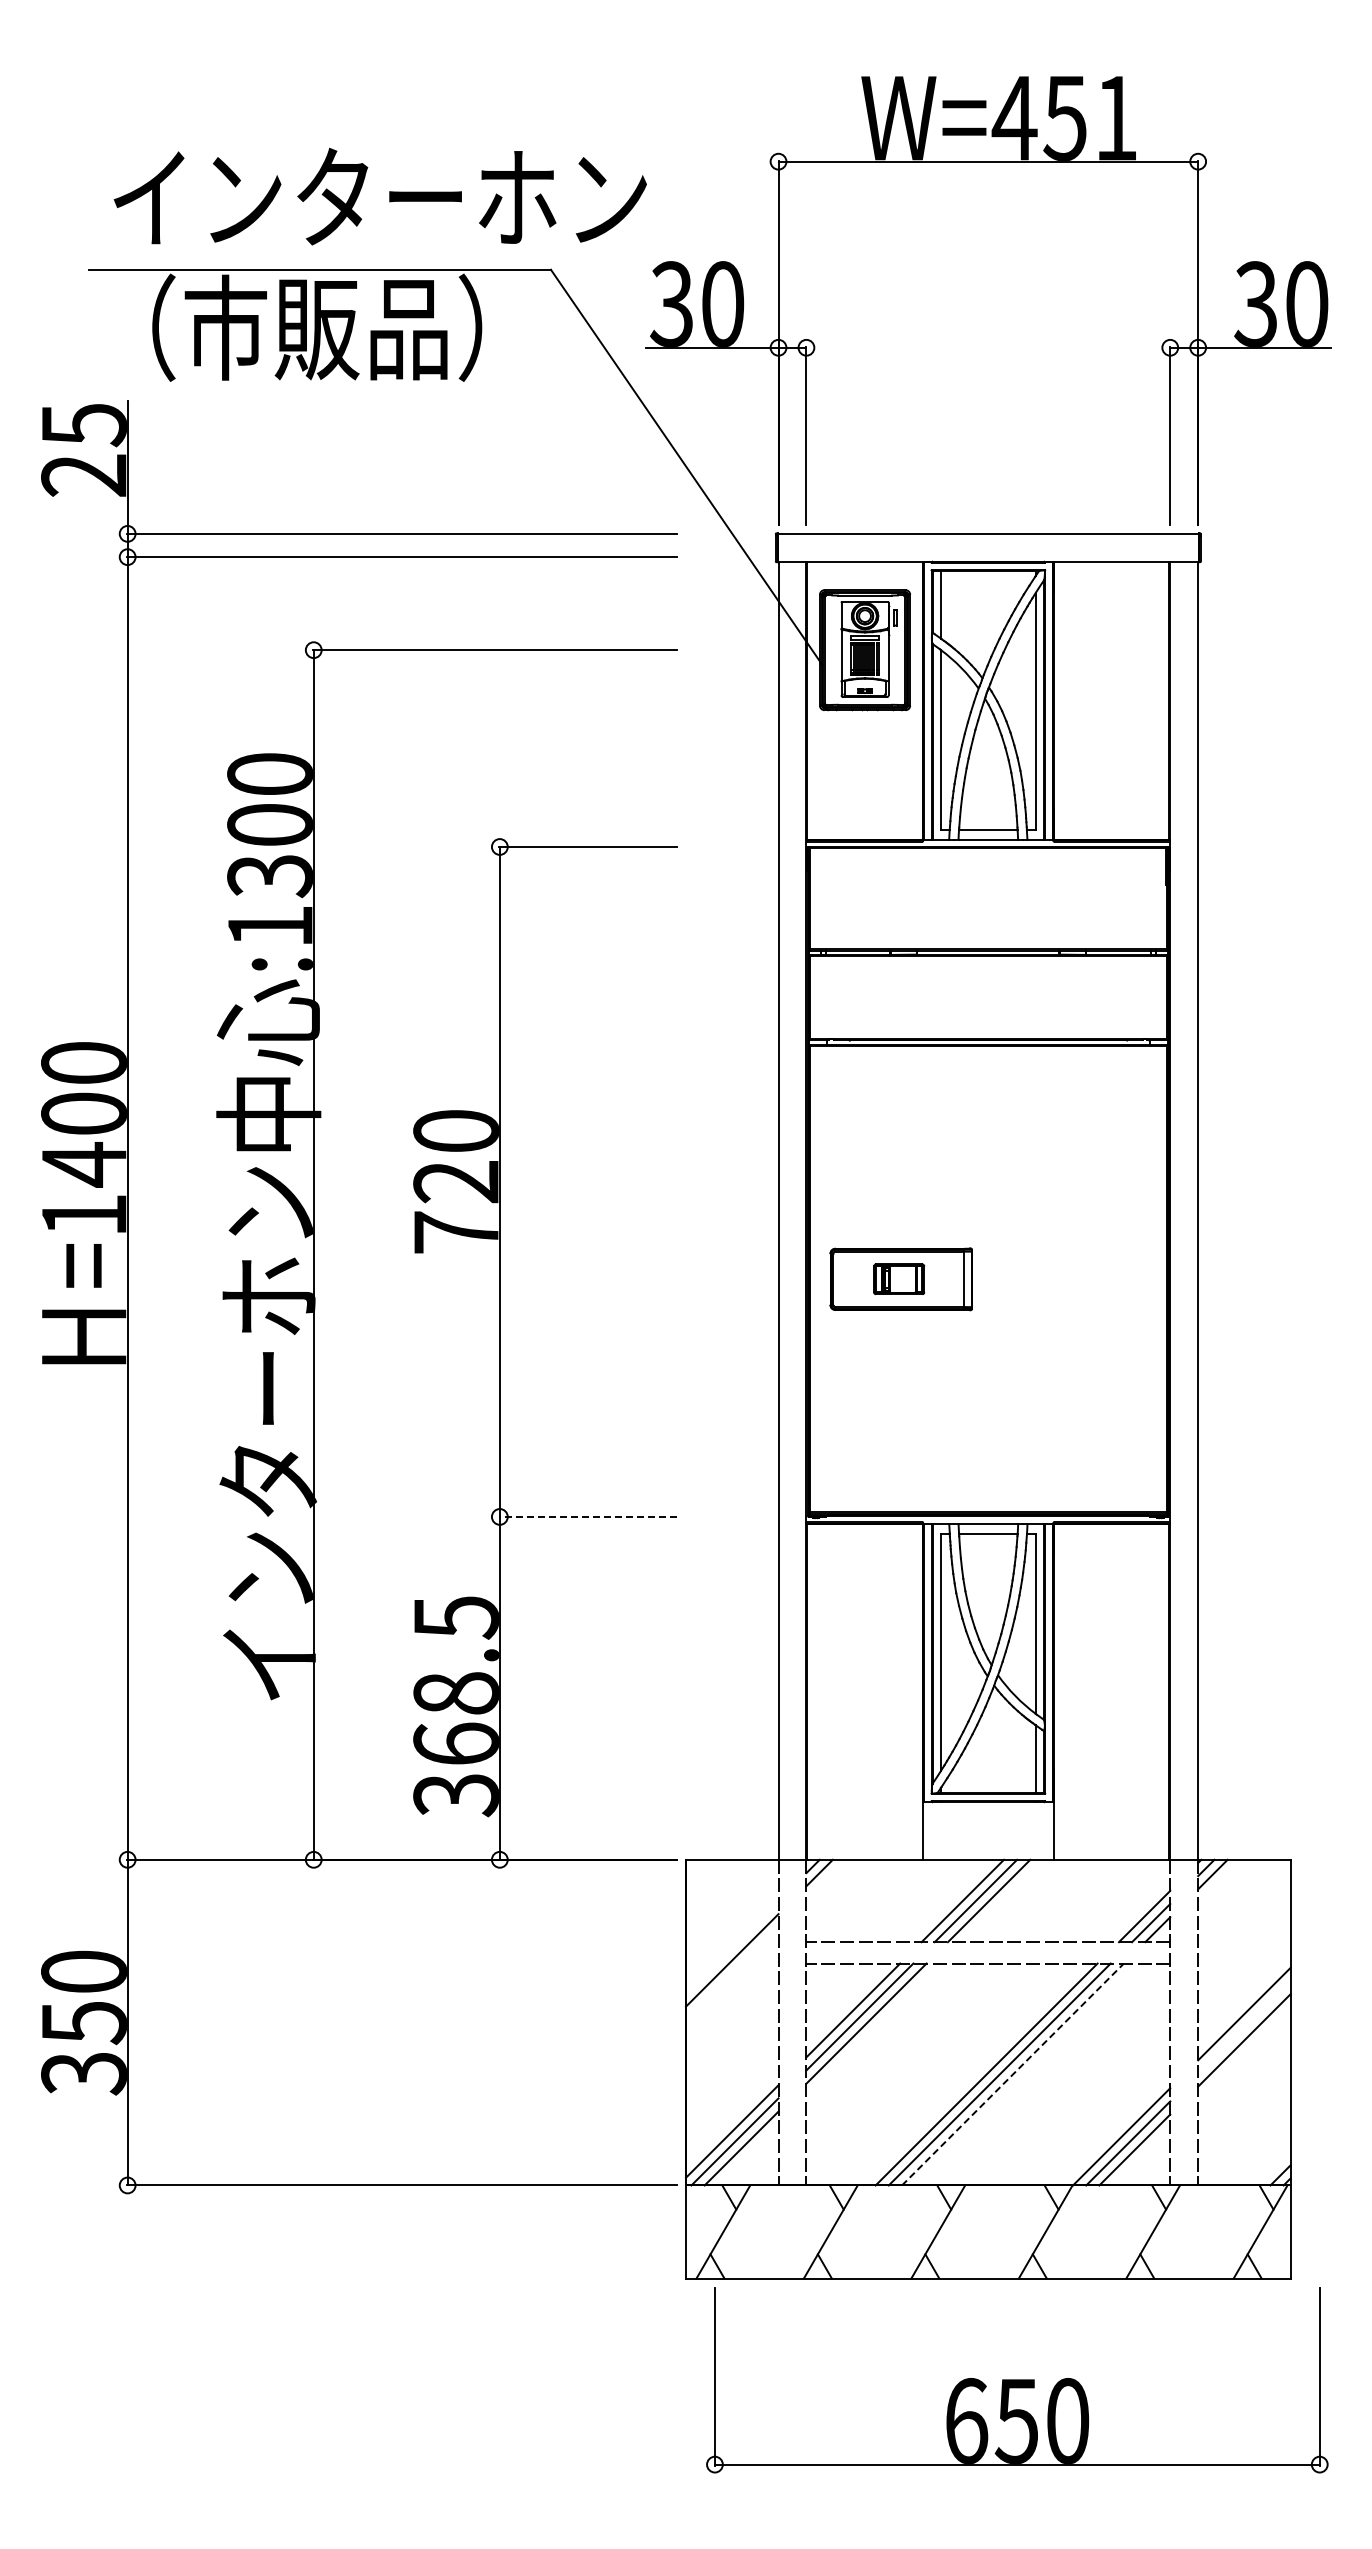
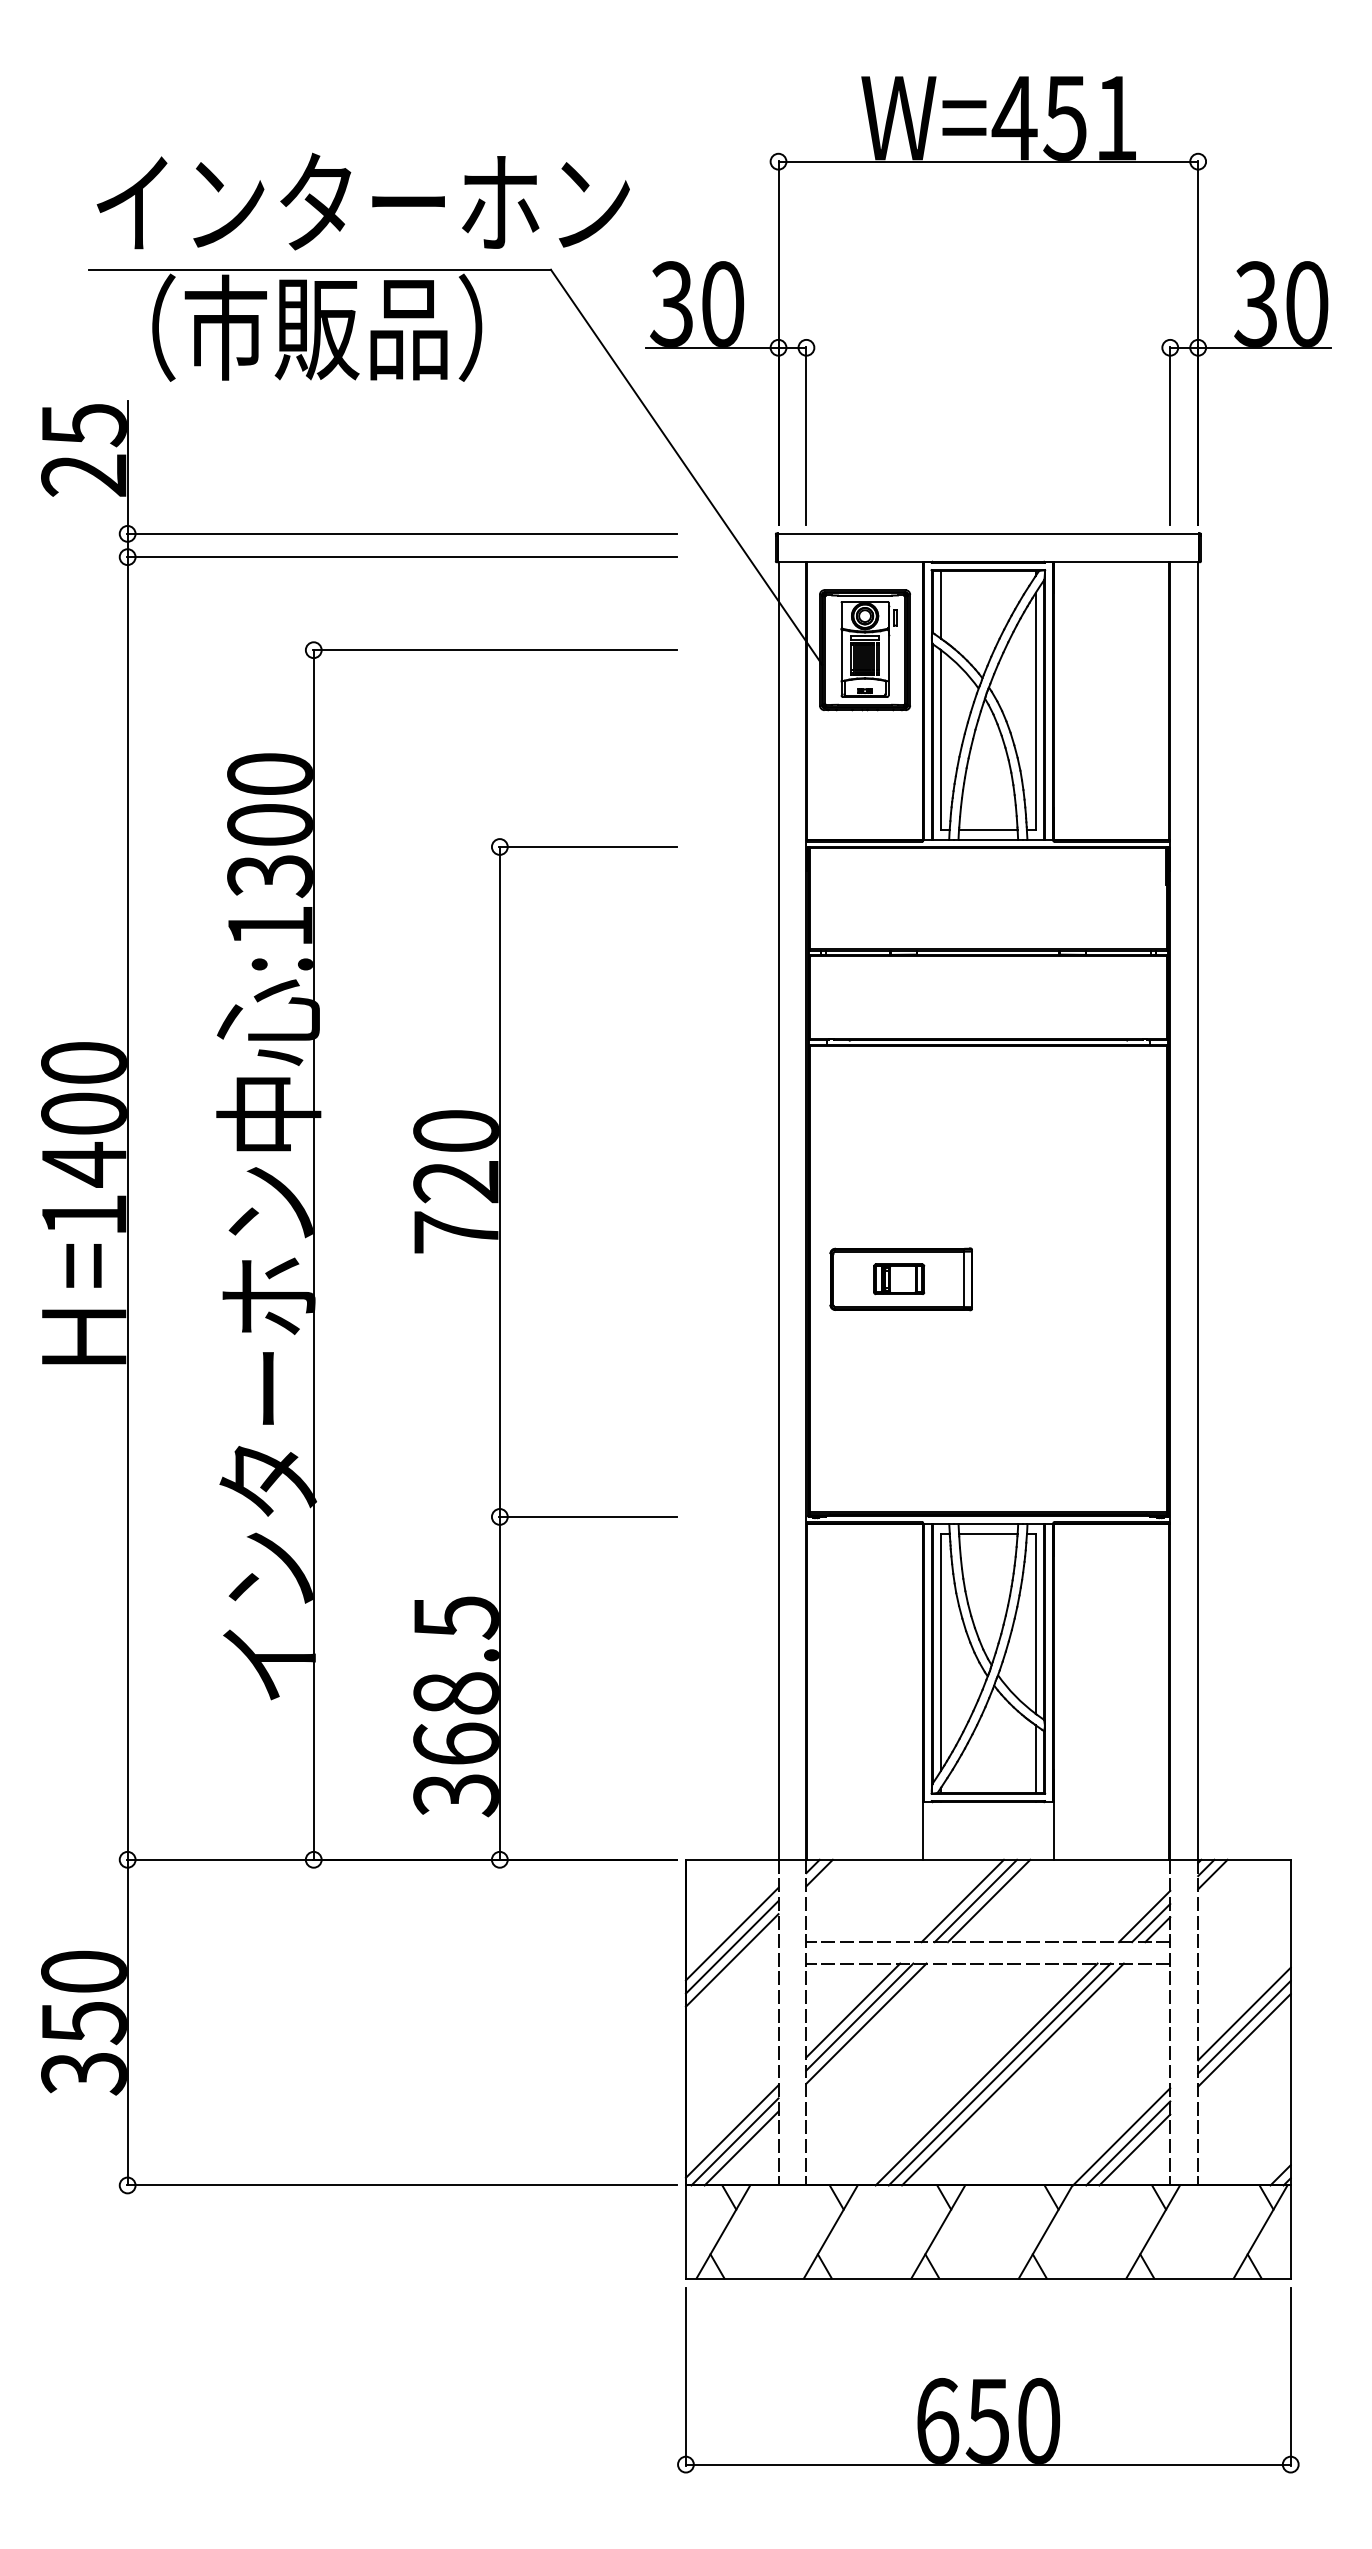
text at (379, 196) position: (379, 196) -> (362, 201)
line at (587, 1516): dashed -> solid
line at (731, 1933): none -> present
line at (731, 1947): none -> present
line at (1244, 2026): none -> present
line at (1012, 2074): dashed -> solid
part at (1017, 2380) position: (1017, 2380) -> (988, 2380)
